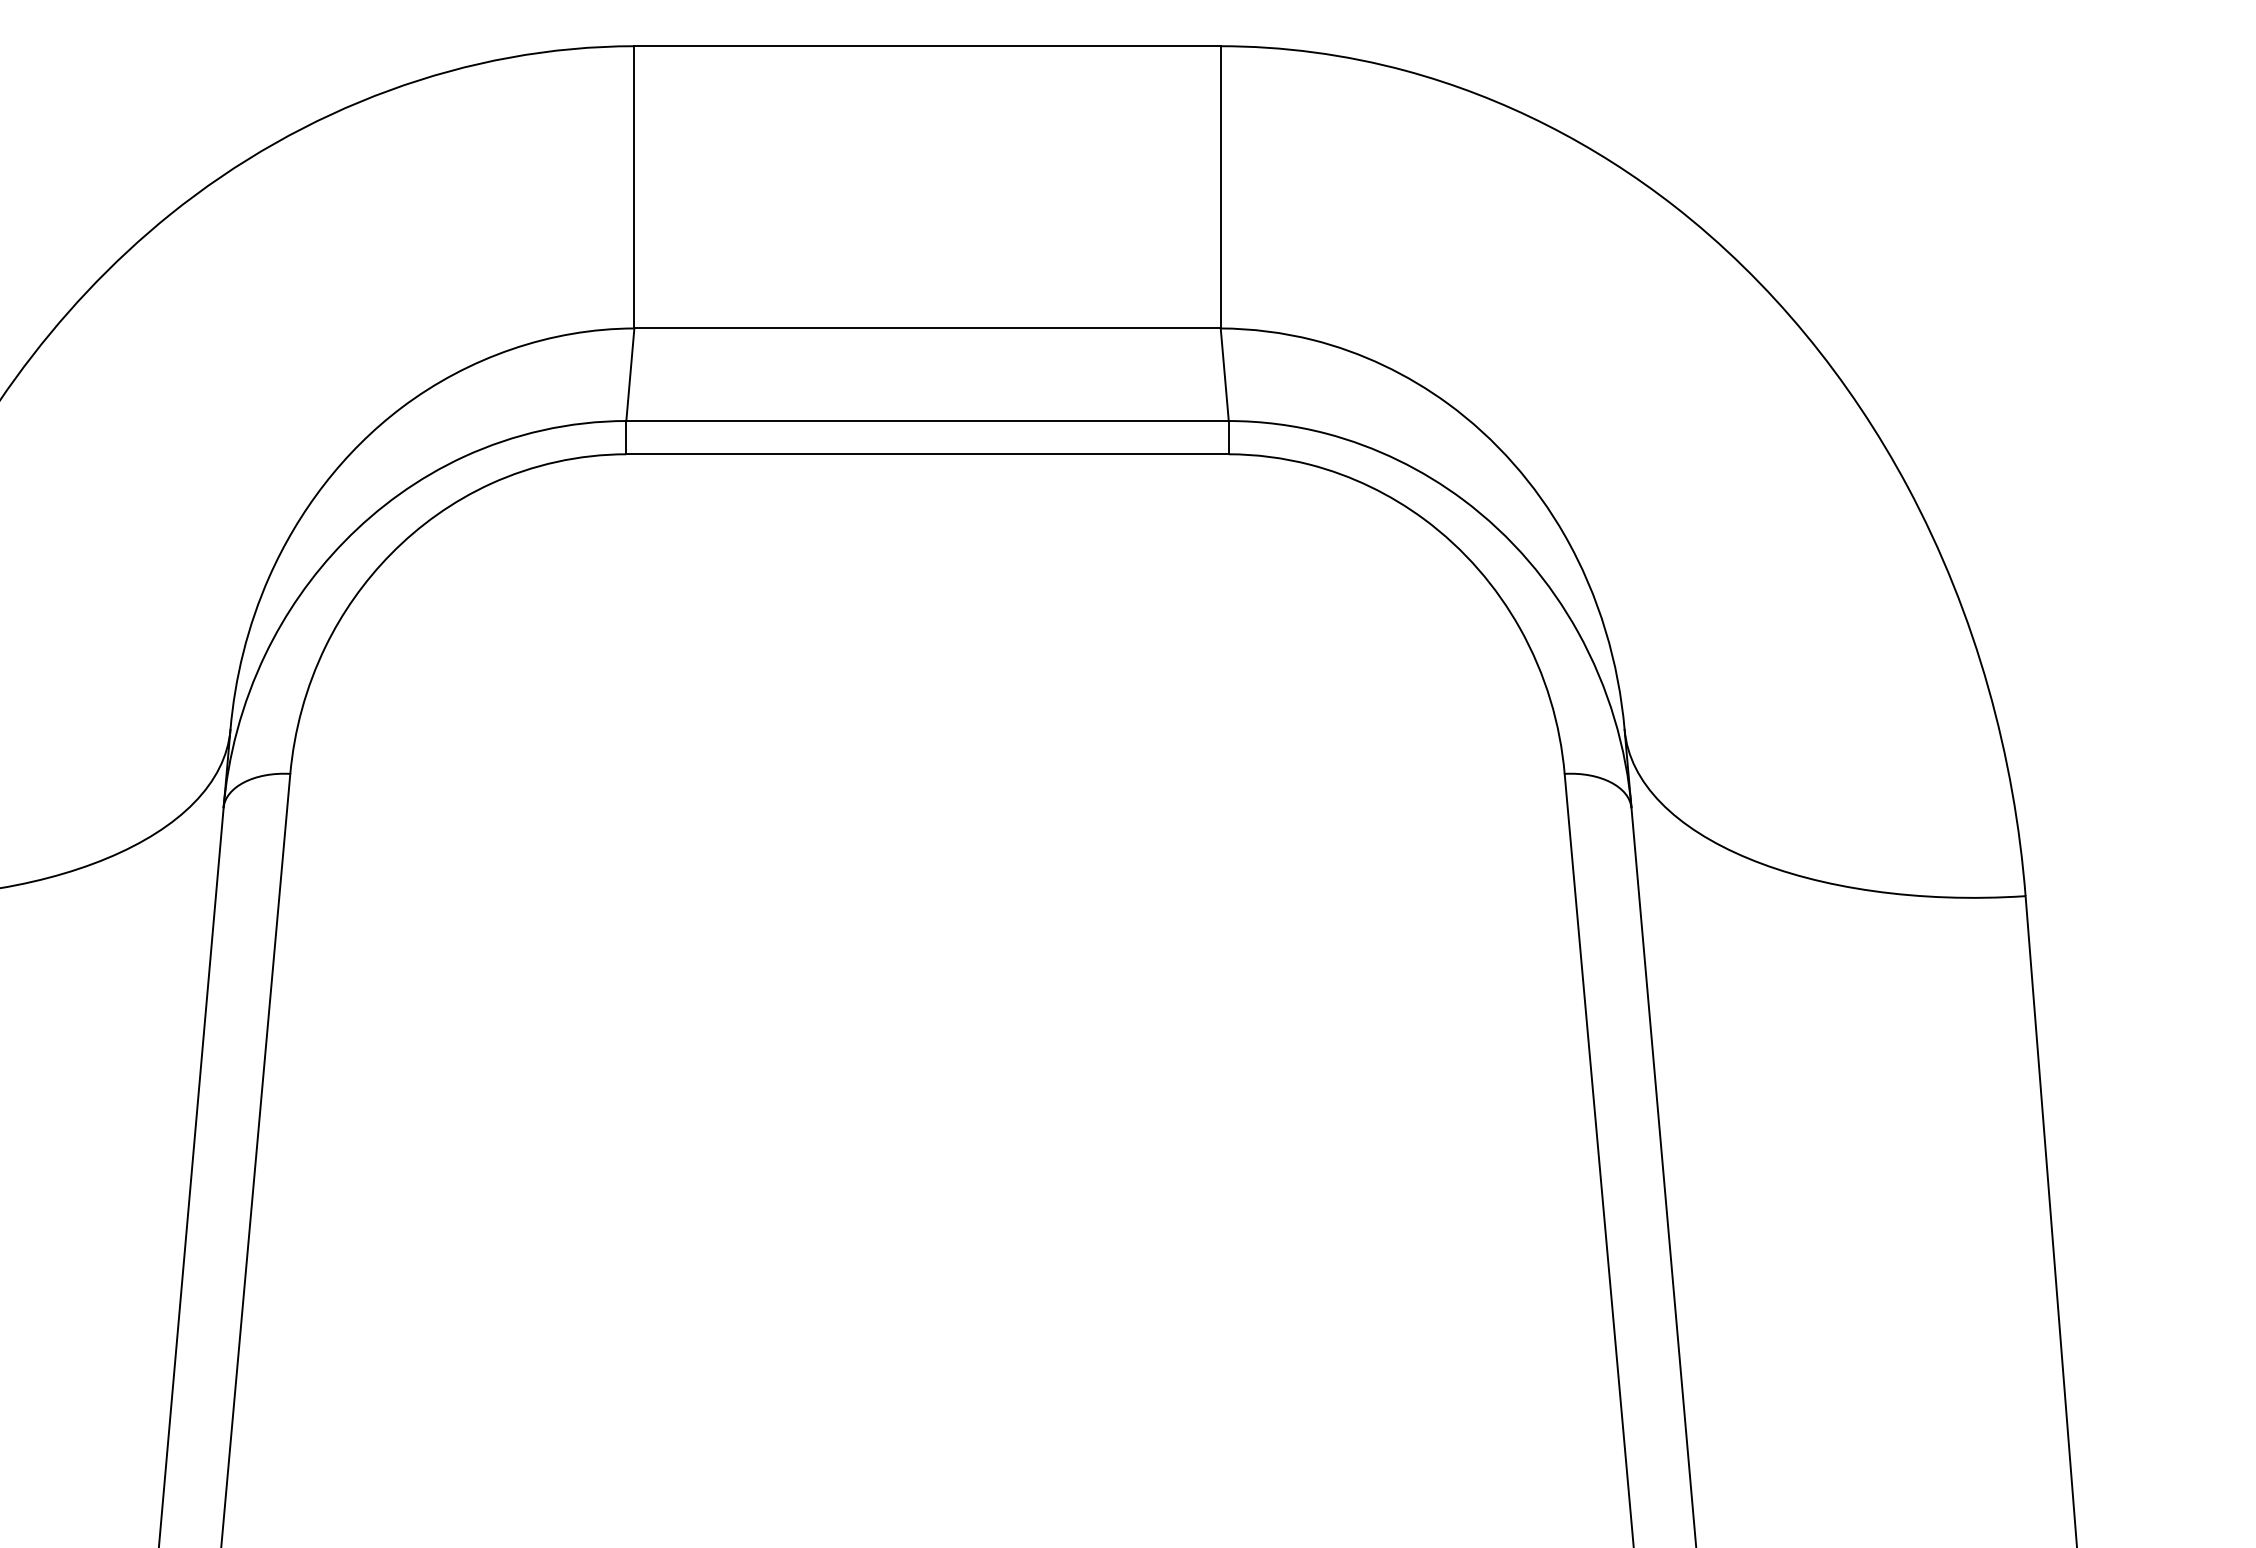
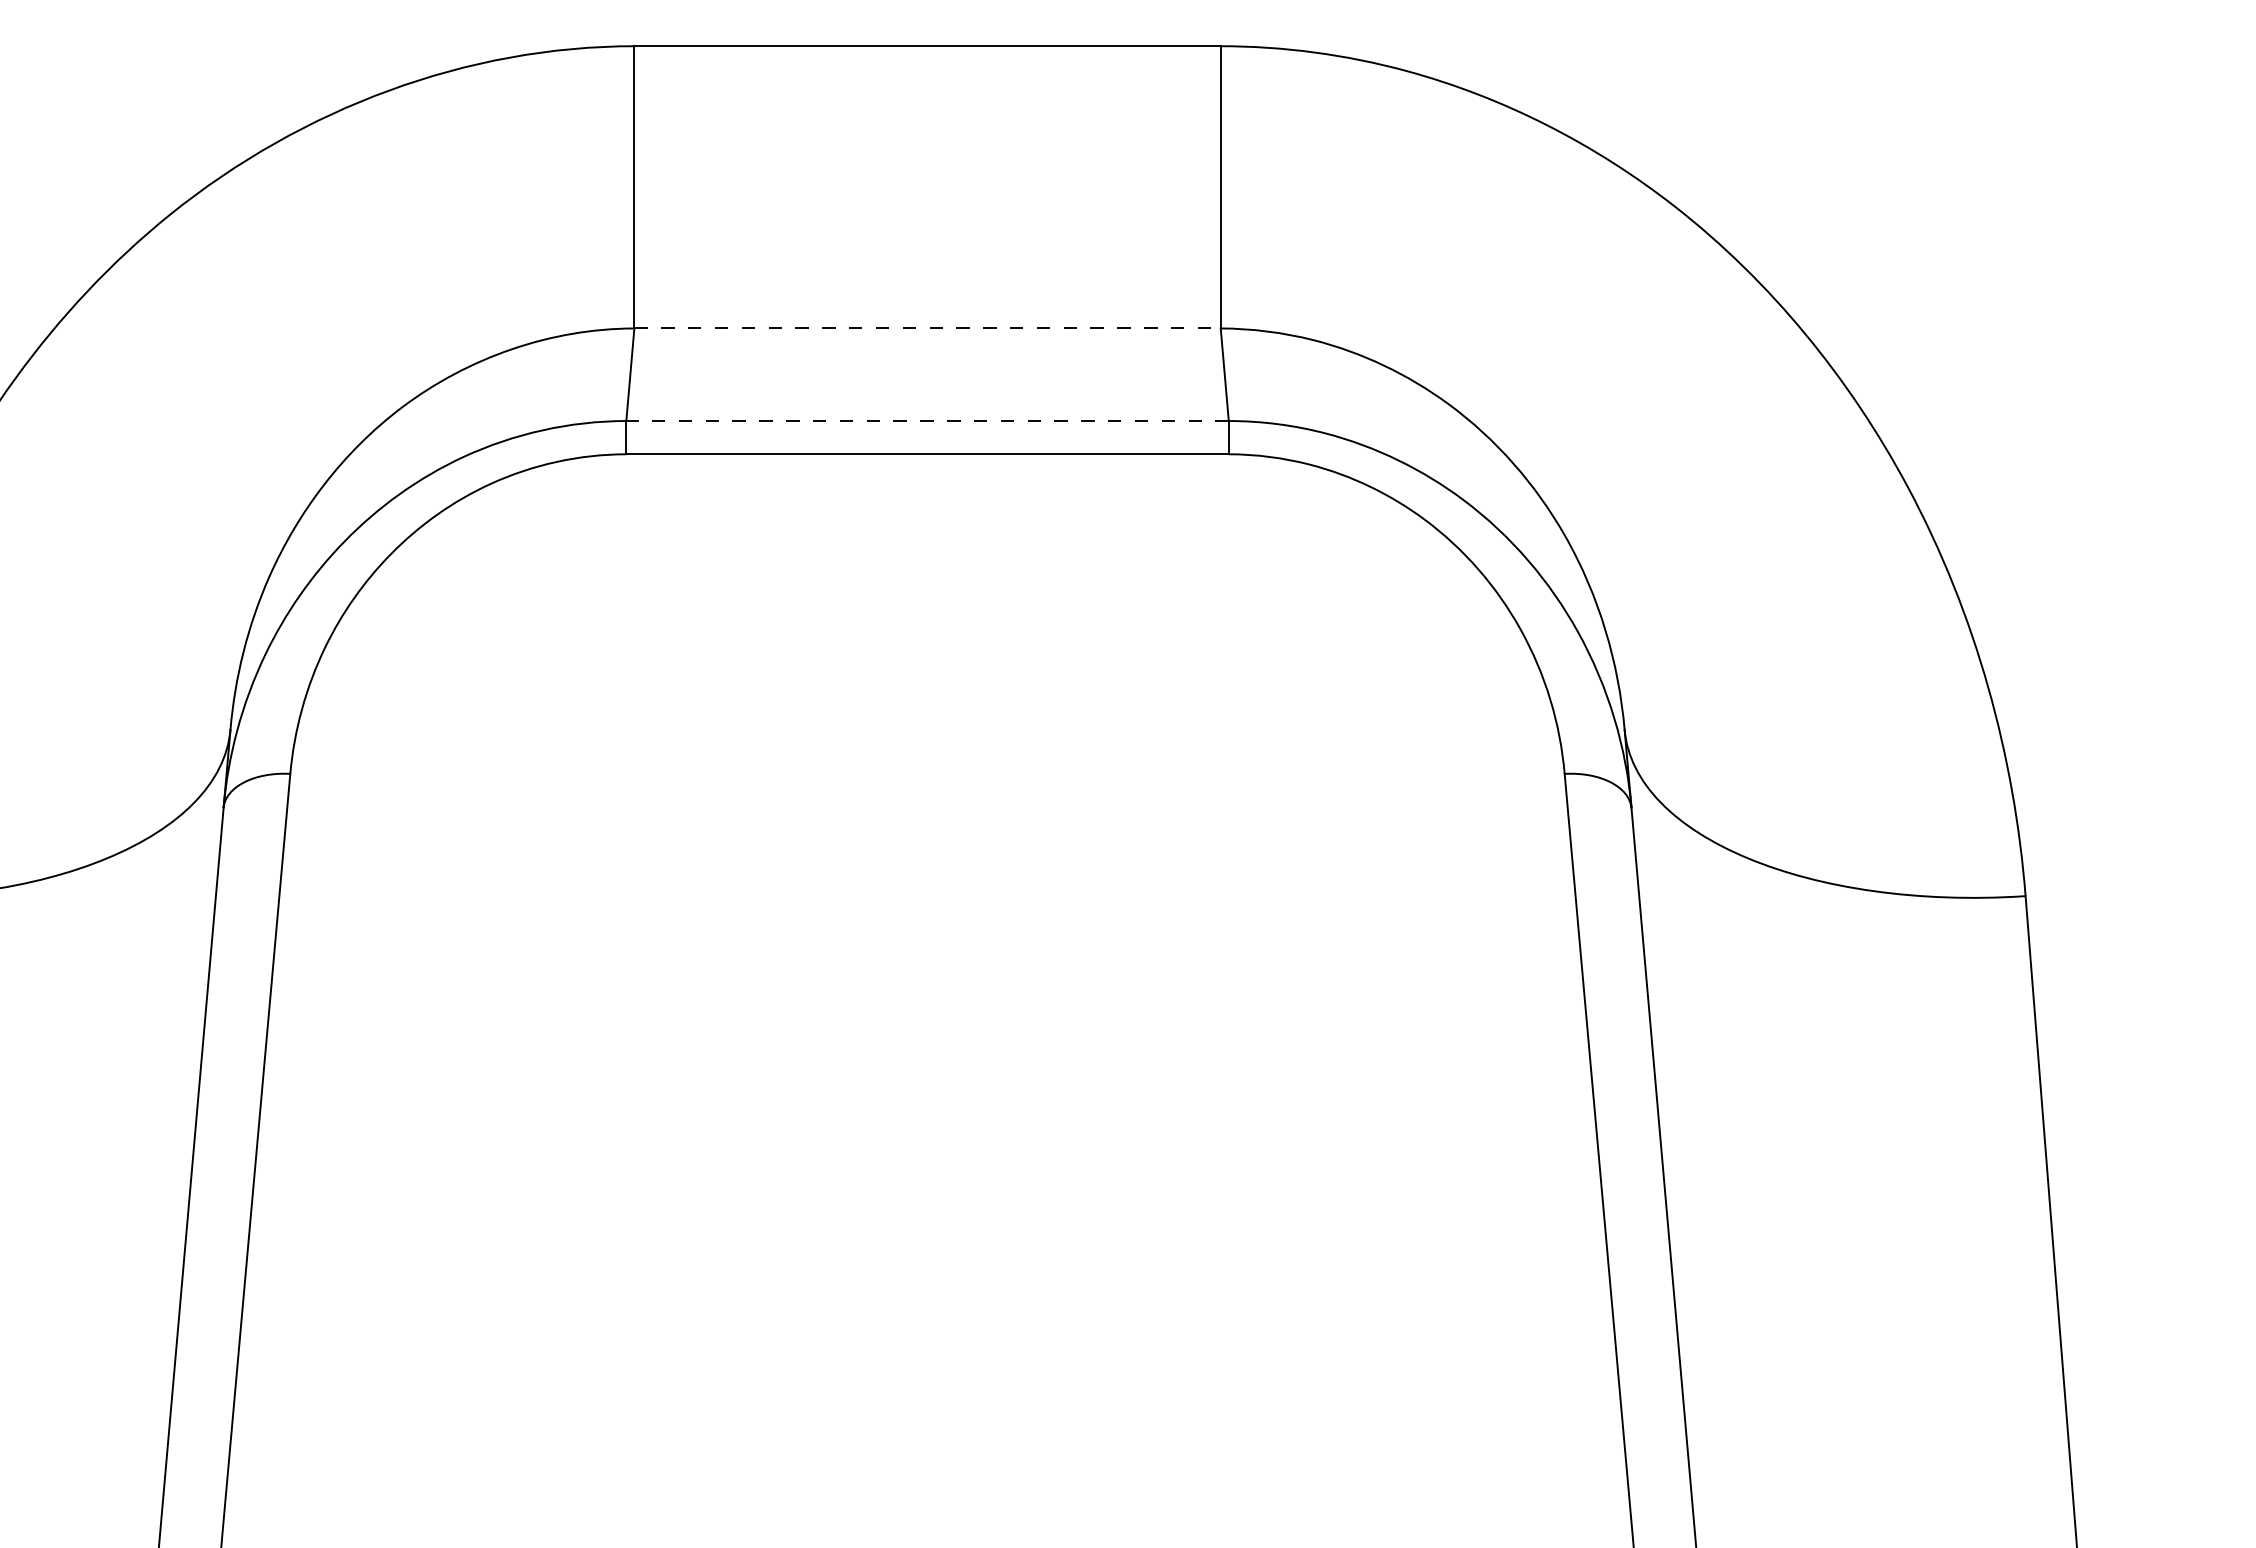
line at (928, 328): solid -> dashed
line at (927, 421): solid -> dashed
